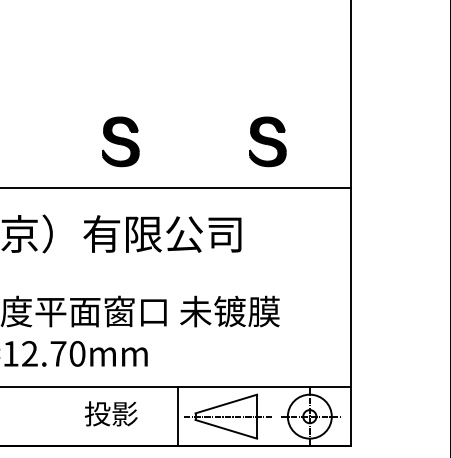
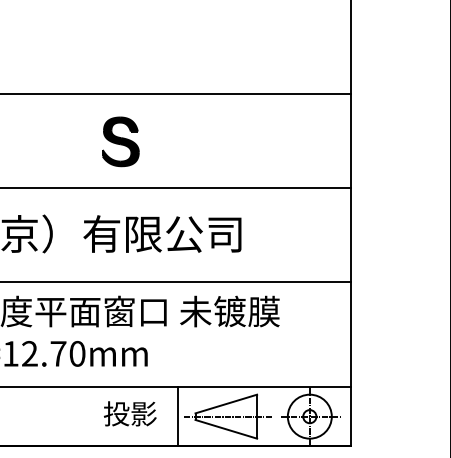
line at (176, 94): none -> present
part at (267, 141): present -> none
line at (176, 281): none -> present
text at (111, 413) position: (111, 413) -> (130, 413)
